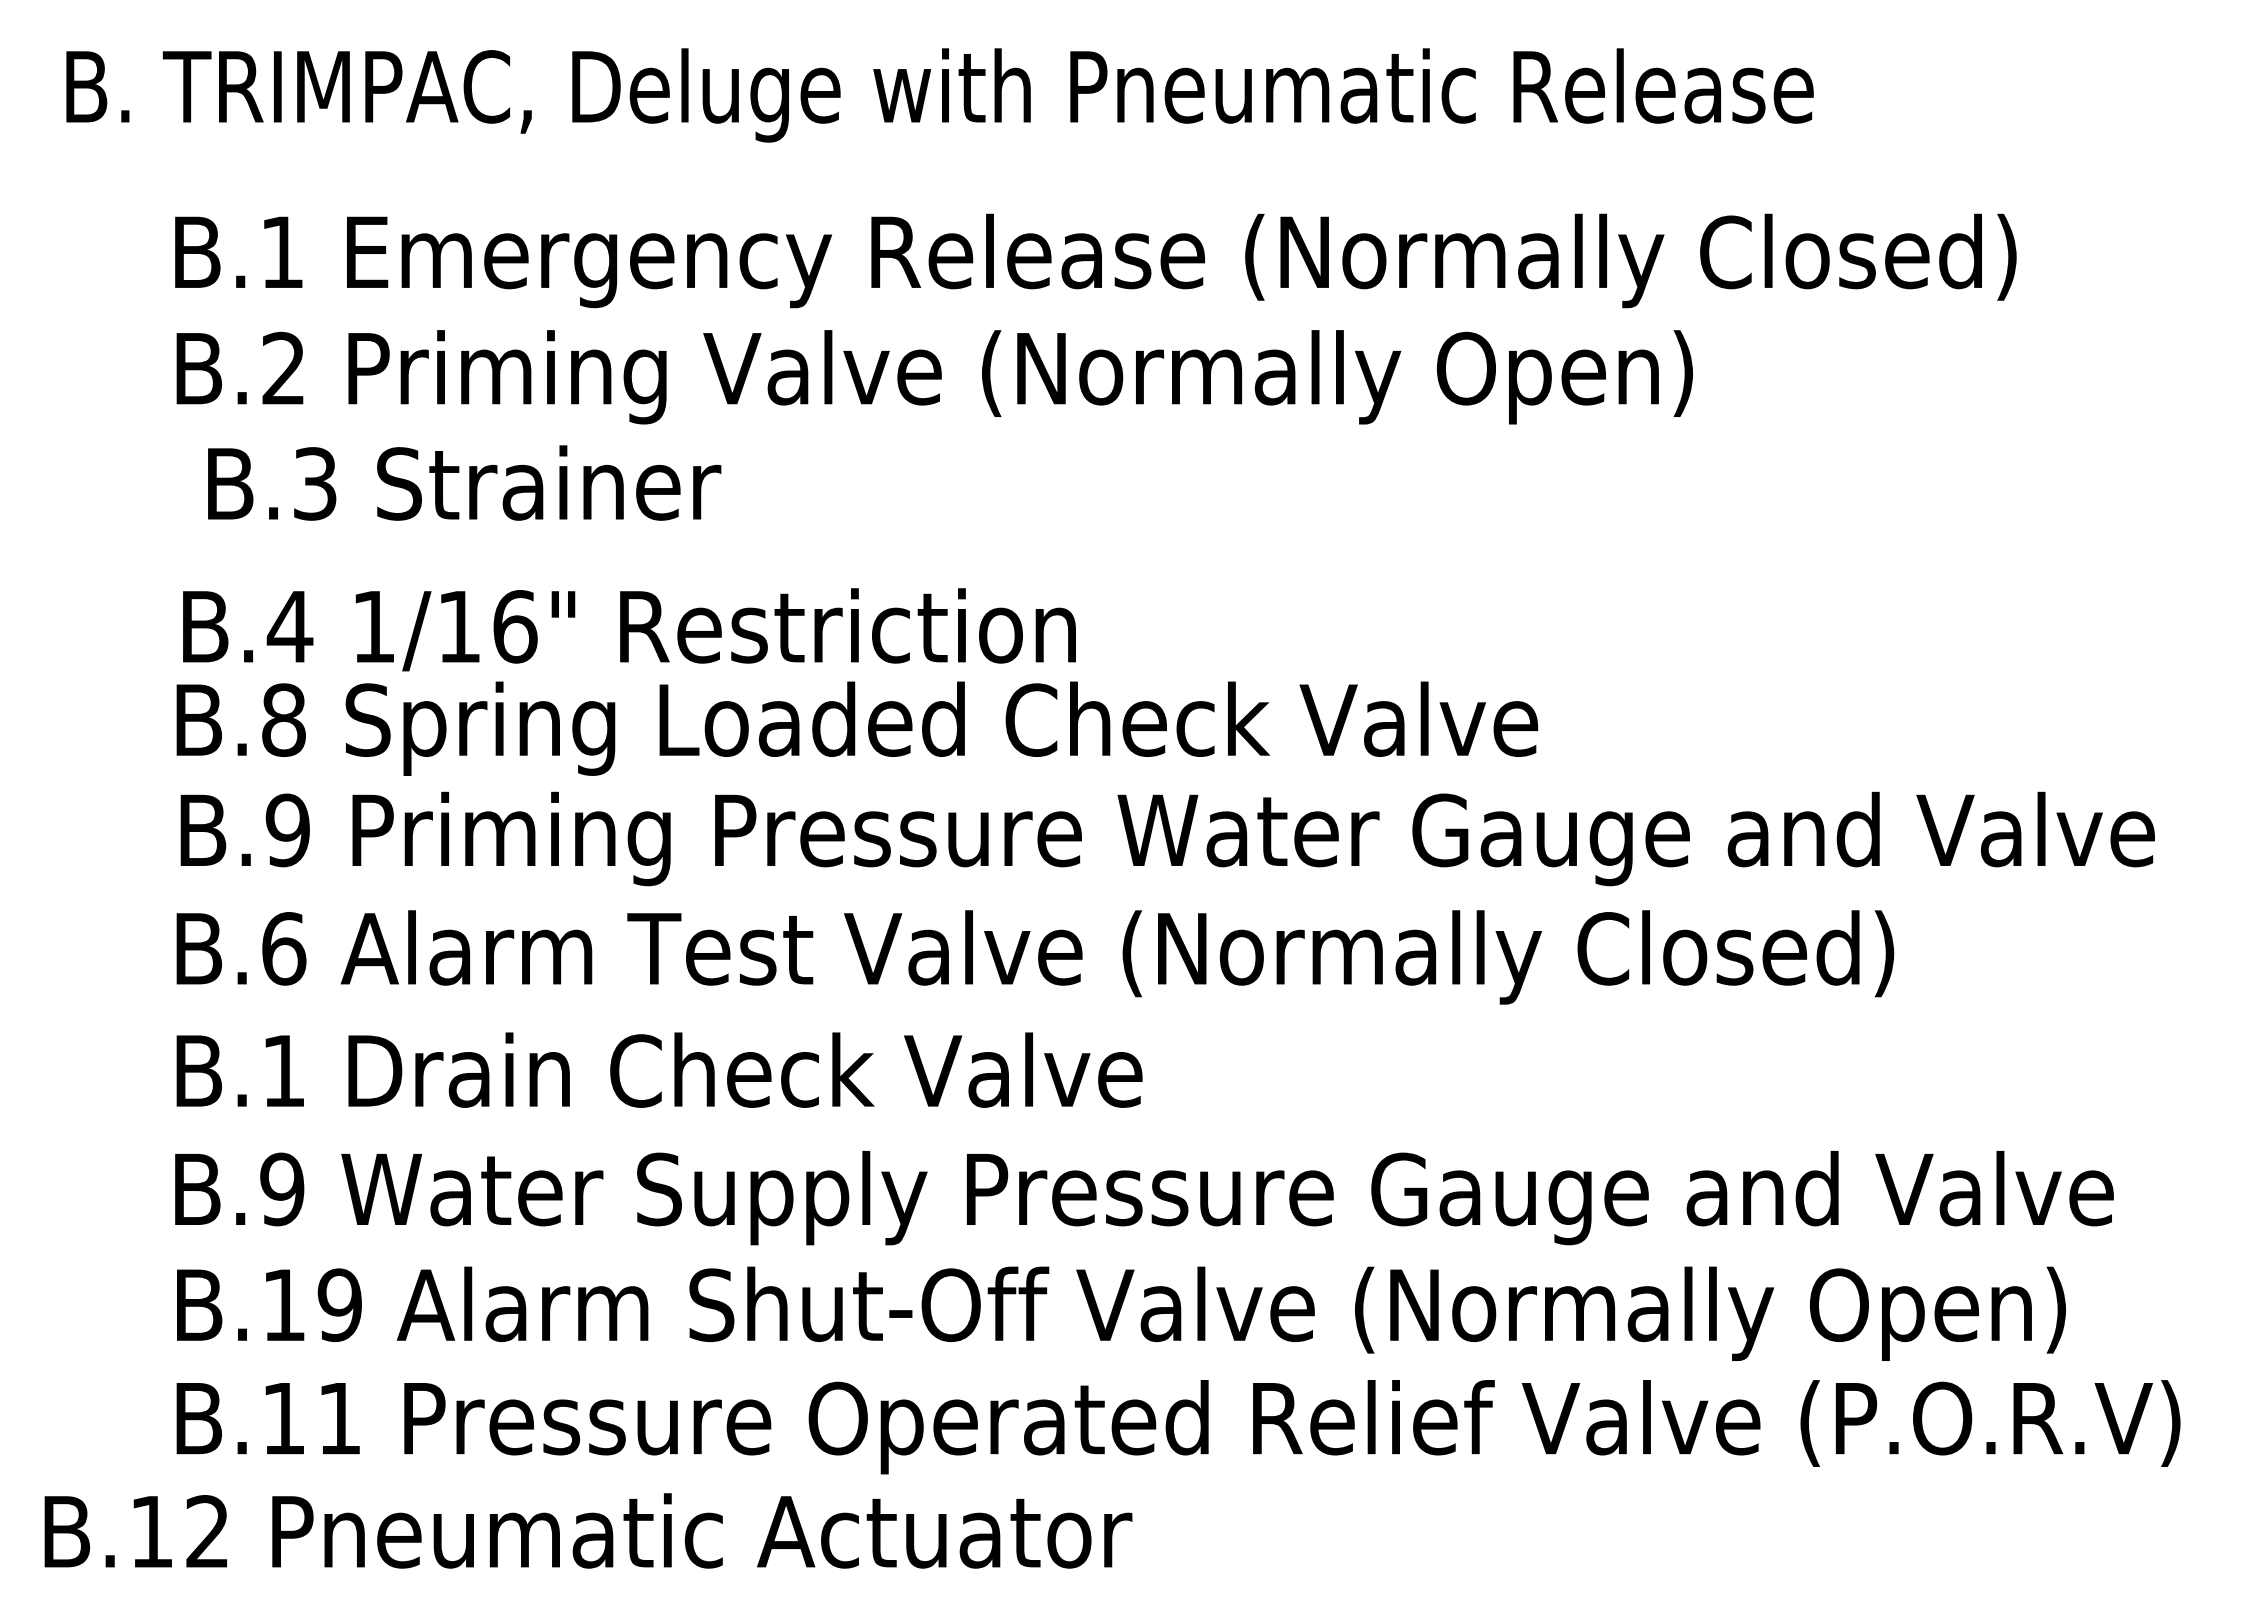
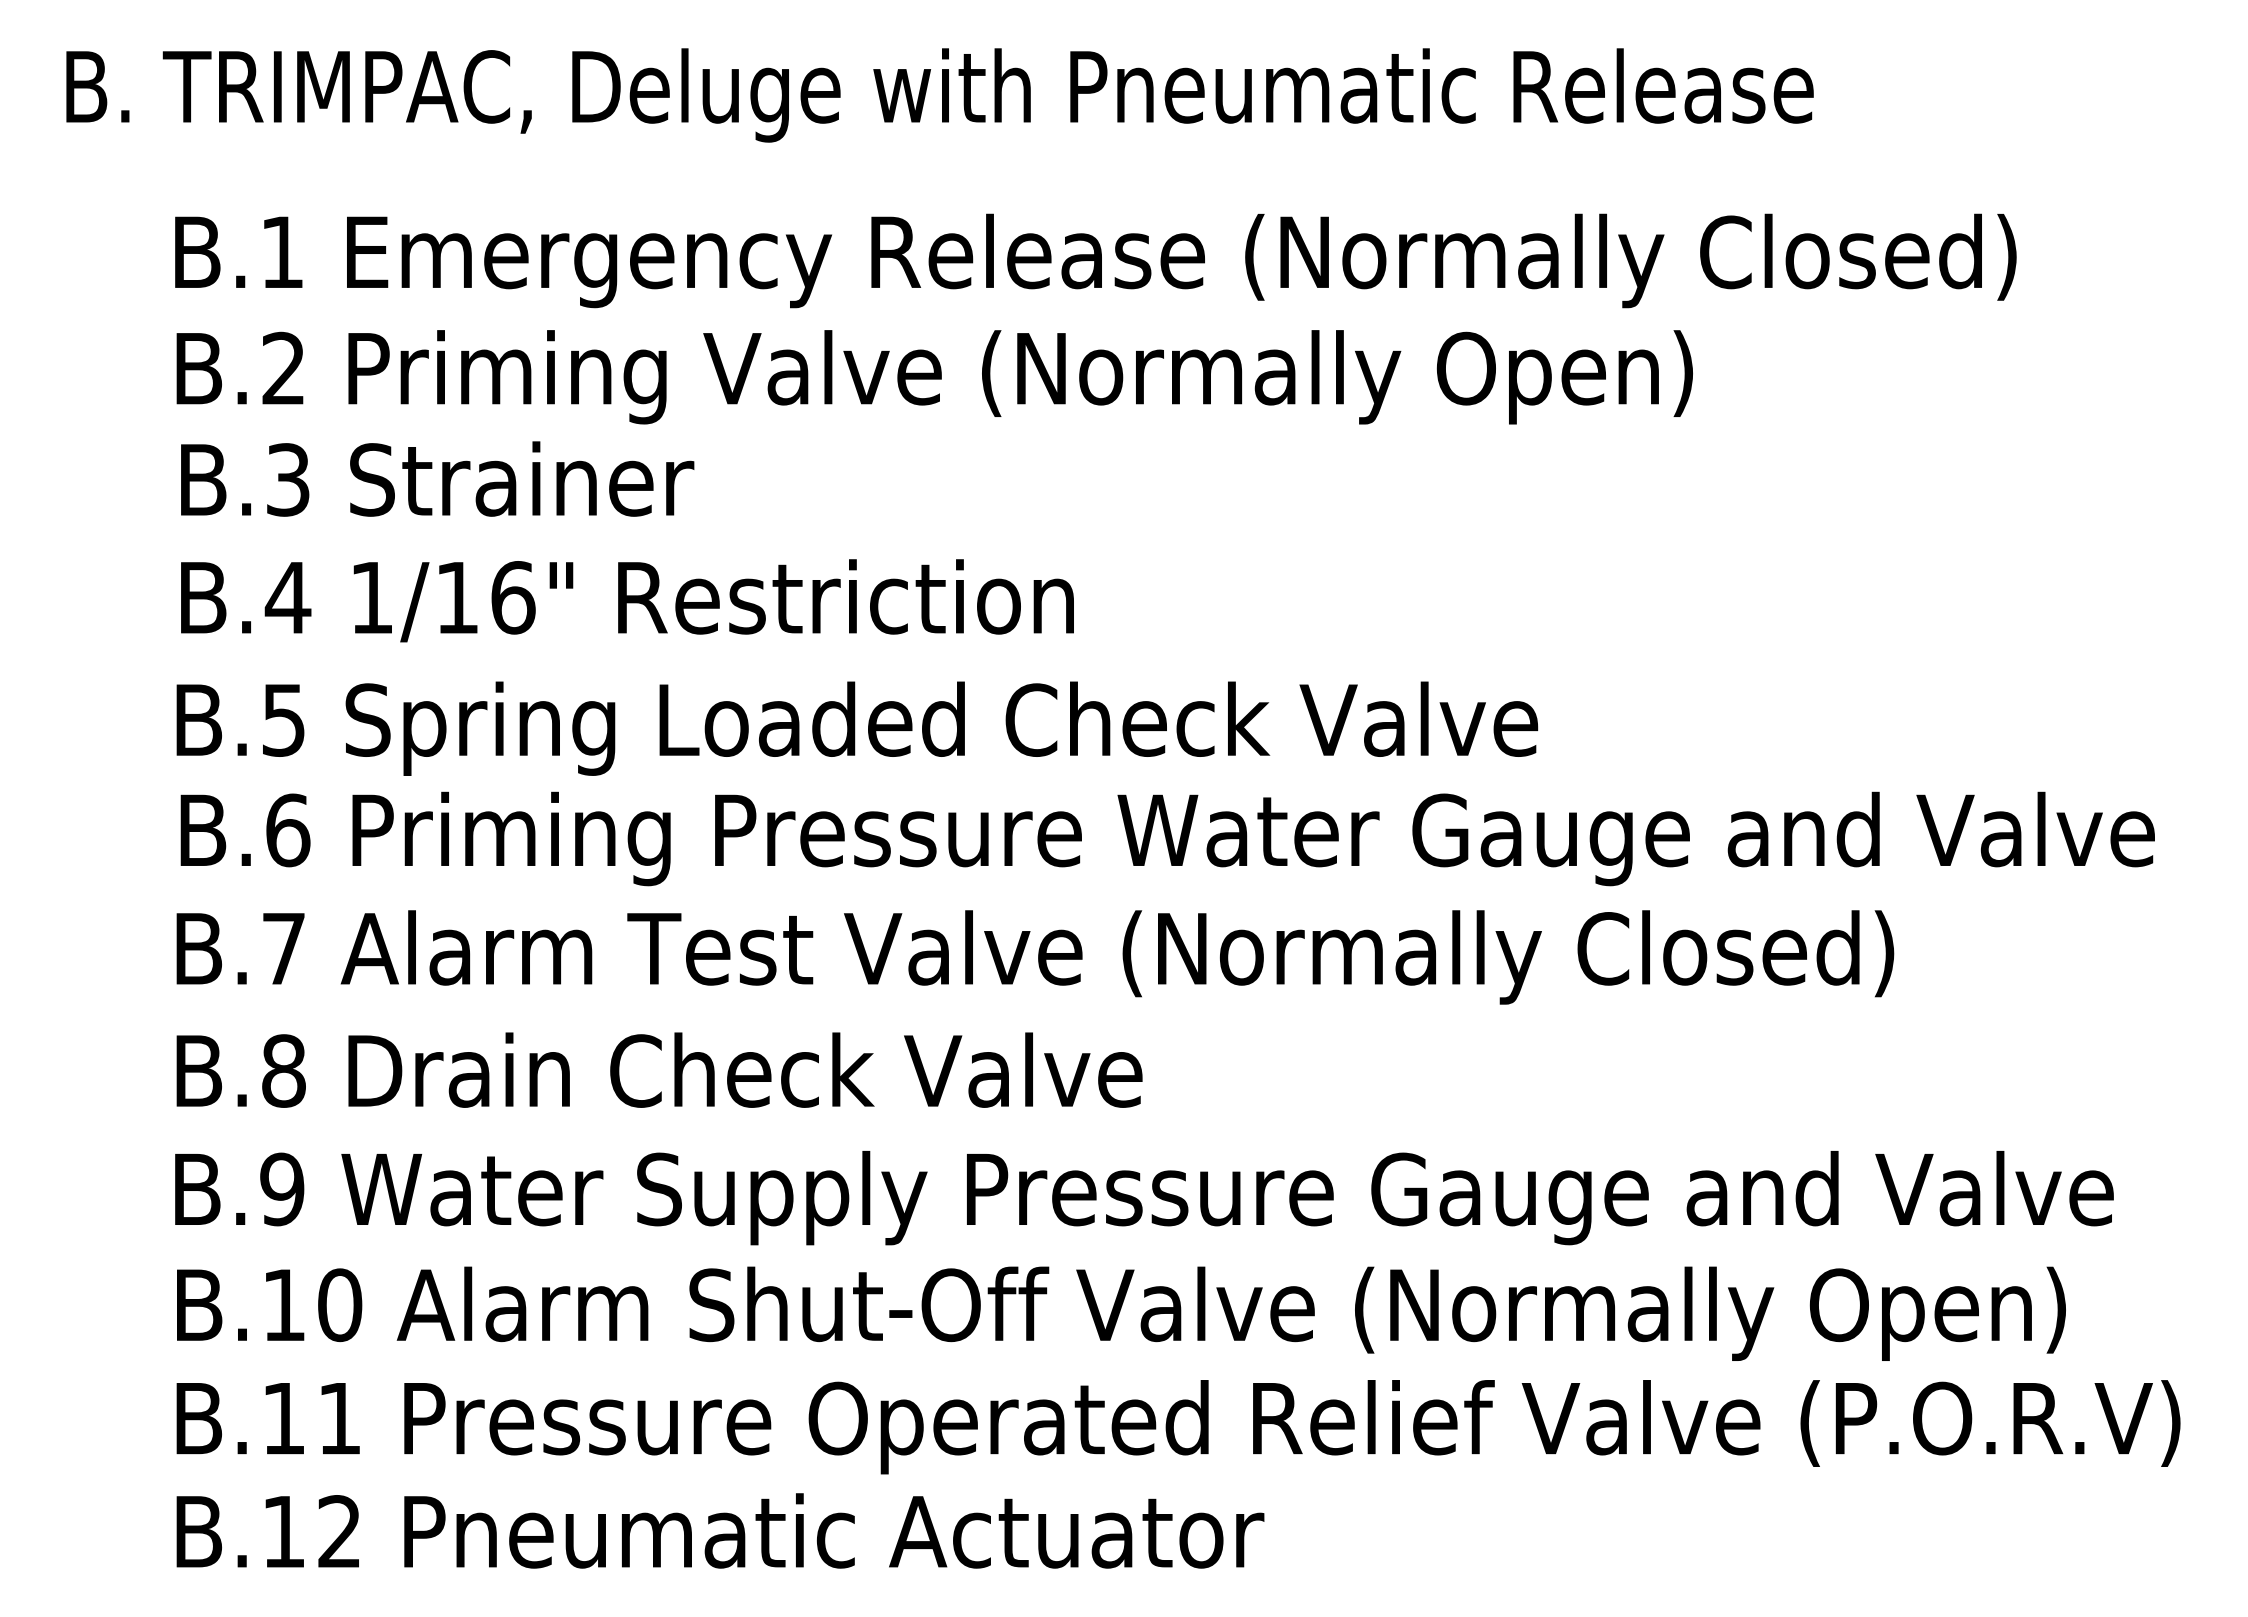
text at (464, 482) position: (464, 482) -> (437, 478)
text at (629, 629) position: (629, 629) -> (627, 600)
text at (283, 719): B.8 -> B.5
text at (287, 830): B.9 -> B.6
text at (284, 948): B.6 -> B.7
text at (283, 1070): B.1 -> B.8
text at (339, 1305): B.19 -> B.10
text at (588, 1530) position: (588, 1530) -> (720, 1530)
